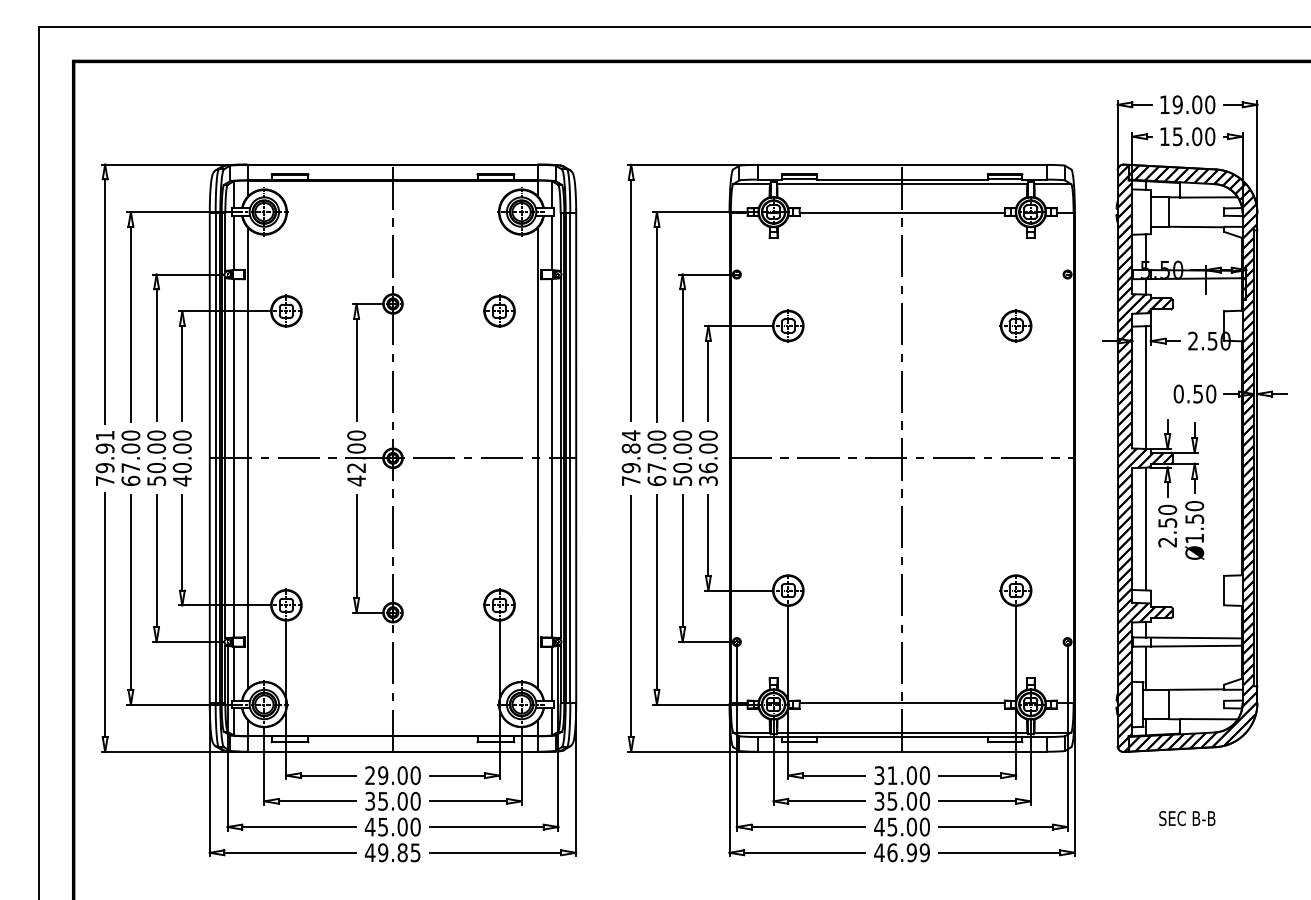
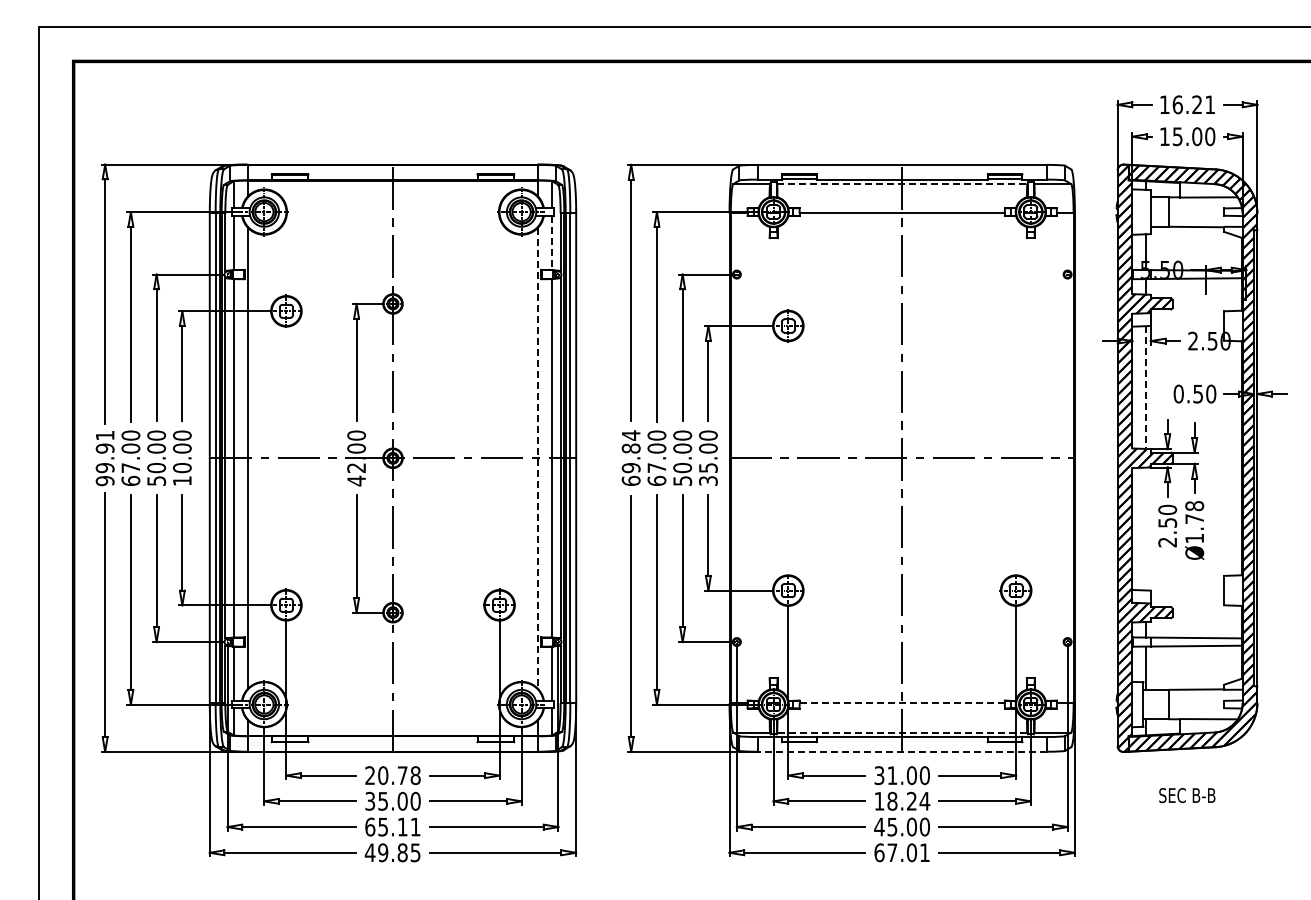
text at (1193, 104): 19.00 -> 16.21
line at (902, 184): solid -> dashed
line at (552, 243): solid -> dashed
part at (499, 310): present -> none
part at (1015, 325): present -> none
line at (1145, 388): solid -> dashed
line at (537, 458): solid -> dashed
text at (708, 467): 36.00 -> 35.00
text at (182, 480): 40.00 -> 10.00
text at (630, 480): 79.84 -> 69.84
text at (104, 481): 79.91 -> 99.91
text at (1194, 512): Ø1.50 -> Ø1.78
line at (1145, 528): present -> none
line at (902, 703): solid -> dashed
line at (901, 732): solid -> dashed
line at (902, 751): solid -> dashed
text at (399, 775): 29.00 -> 20.78
text at (902, 800): 35.00 -> 18.24
text at (1187, 818) position: (1187, 818) -> (1187, 795)
text at (392, 826): 45.00 -> 65.11
text at (901, 852): 46.99 -> 67.01
